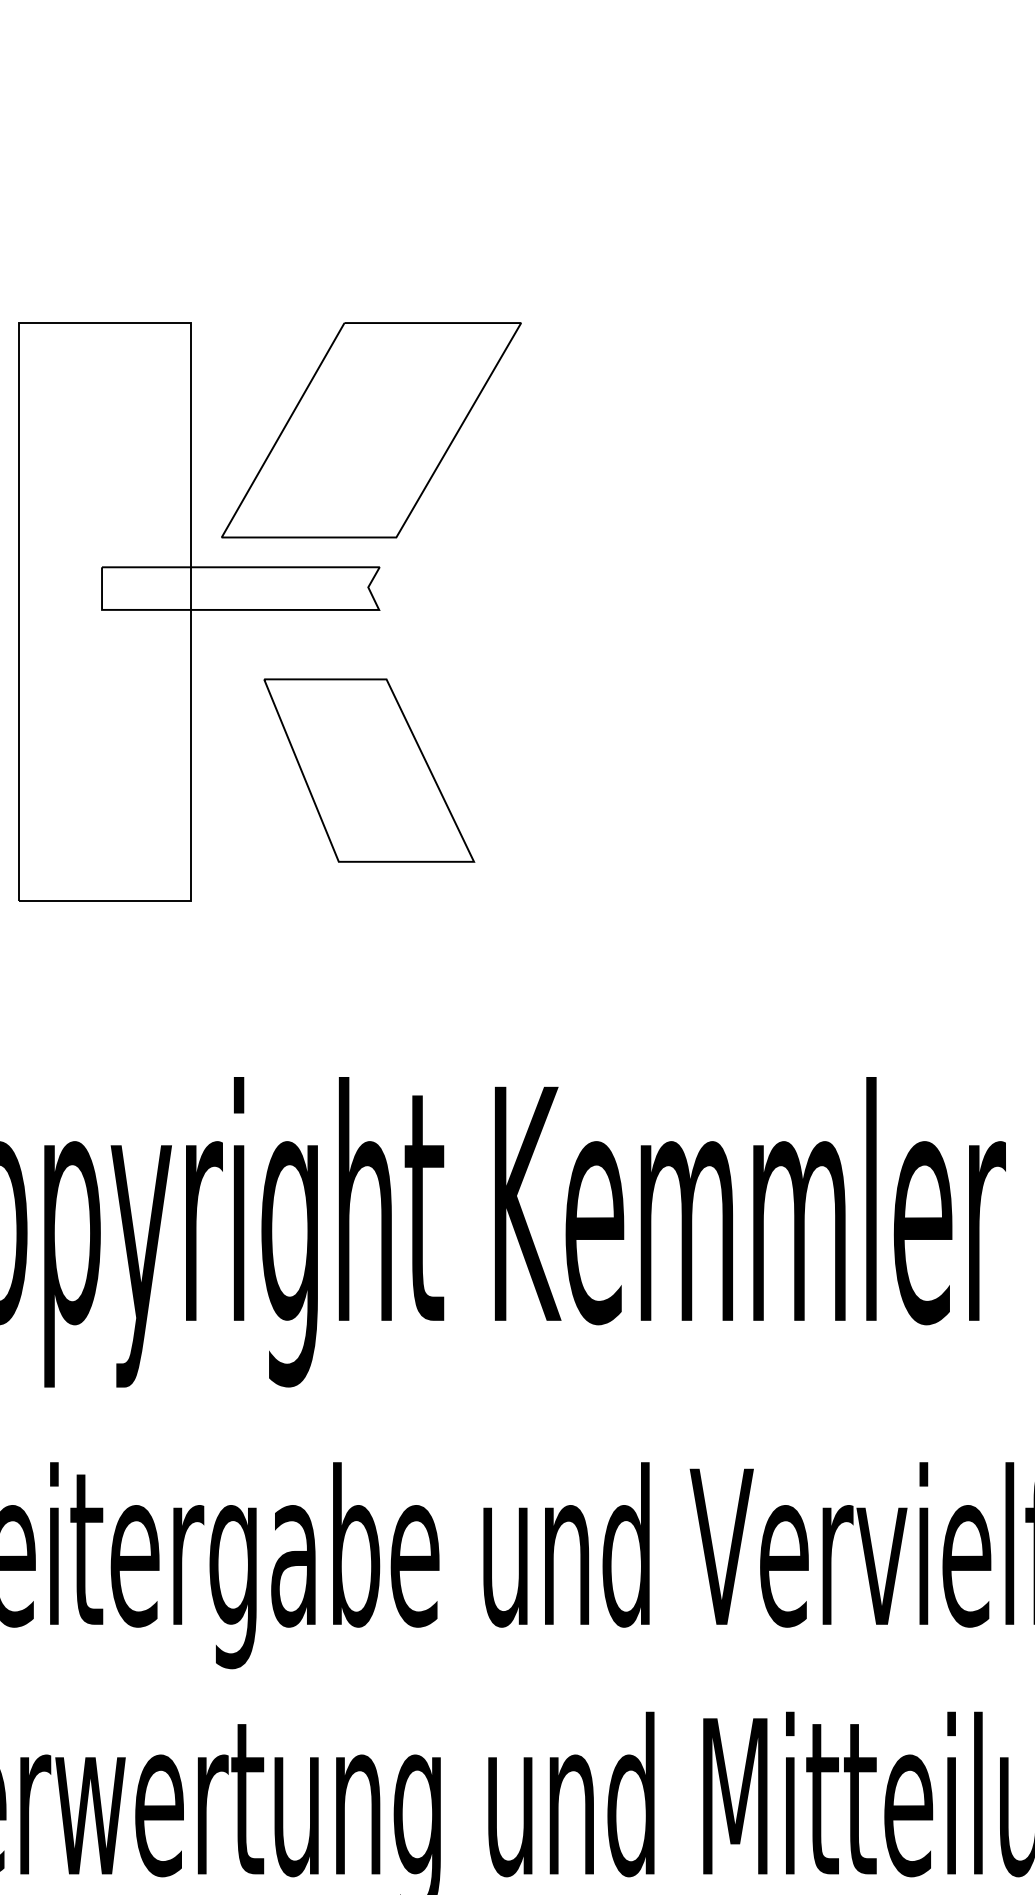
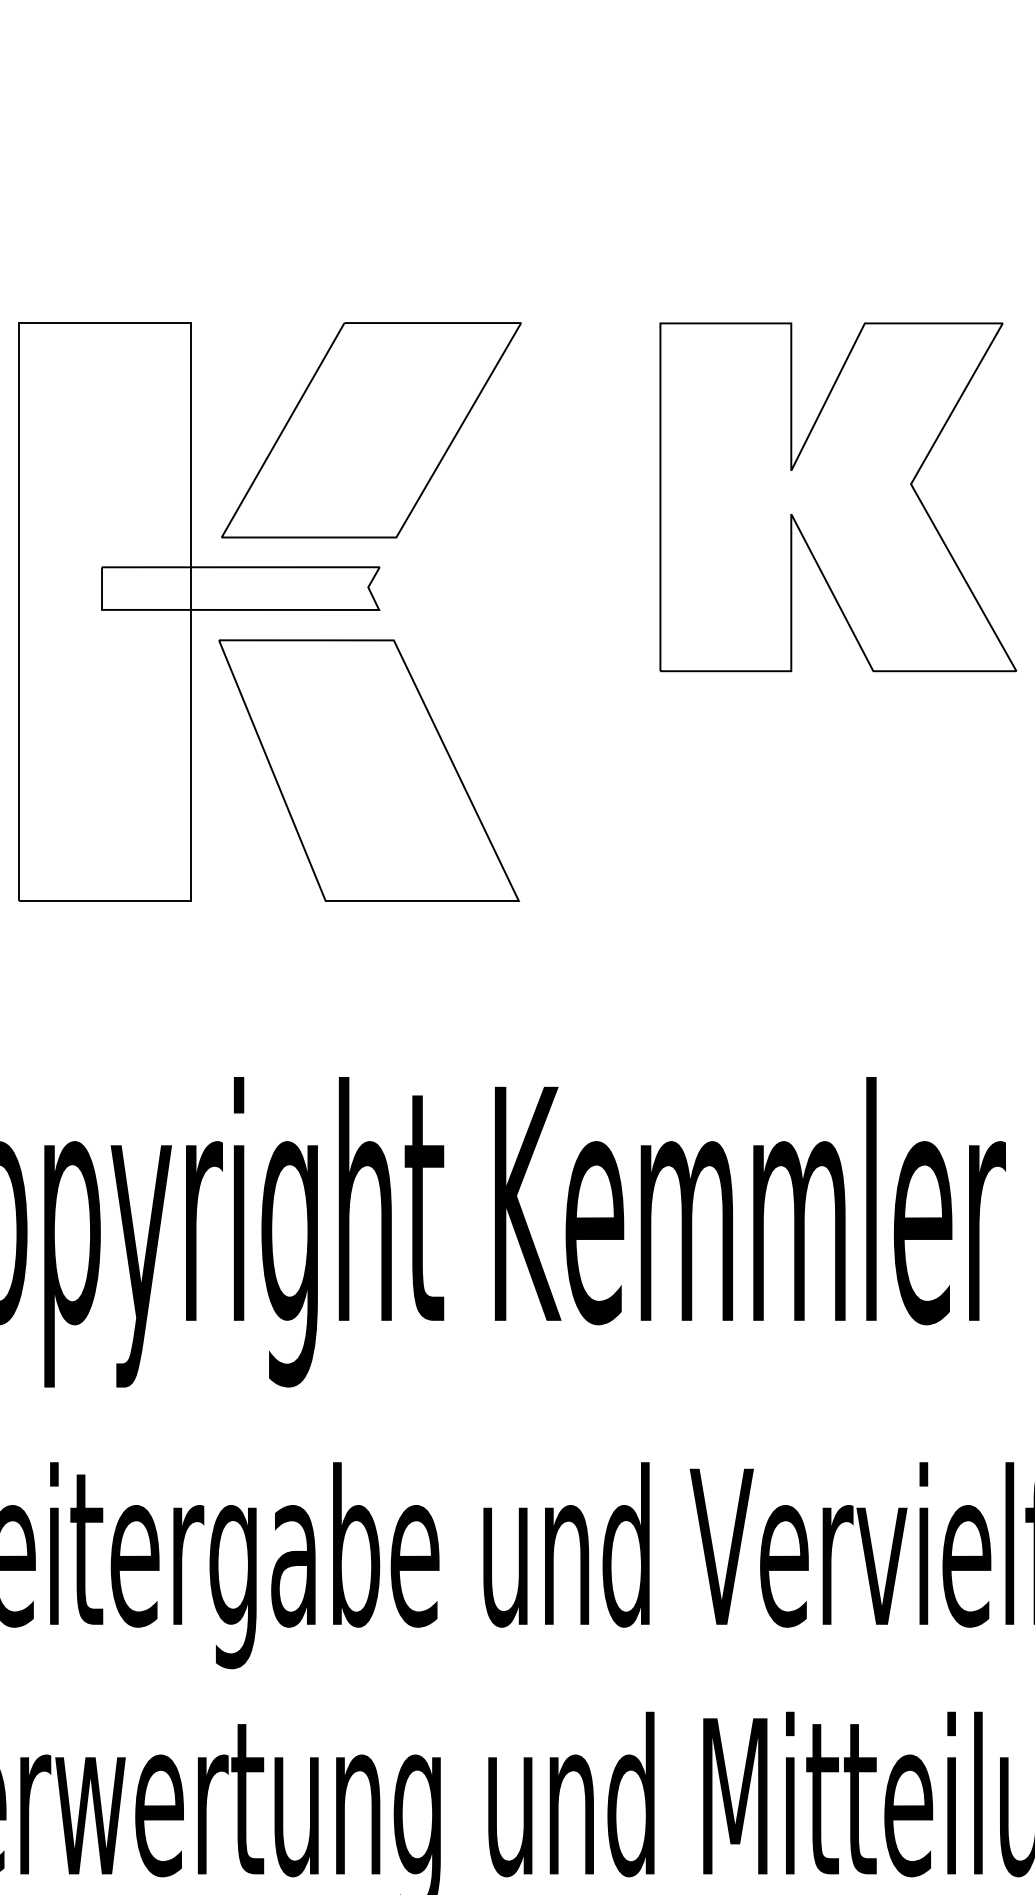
part at (838, 497): none -> present
part at (369, 770) size: 213x185 px -> 303x263 px
